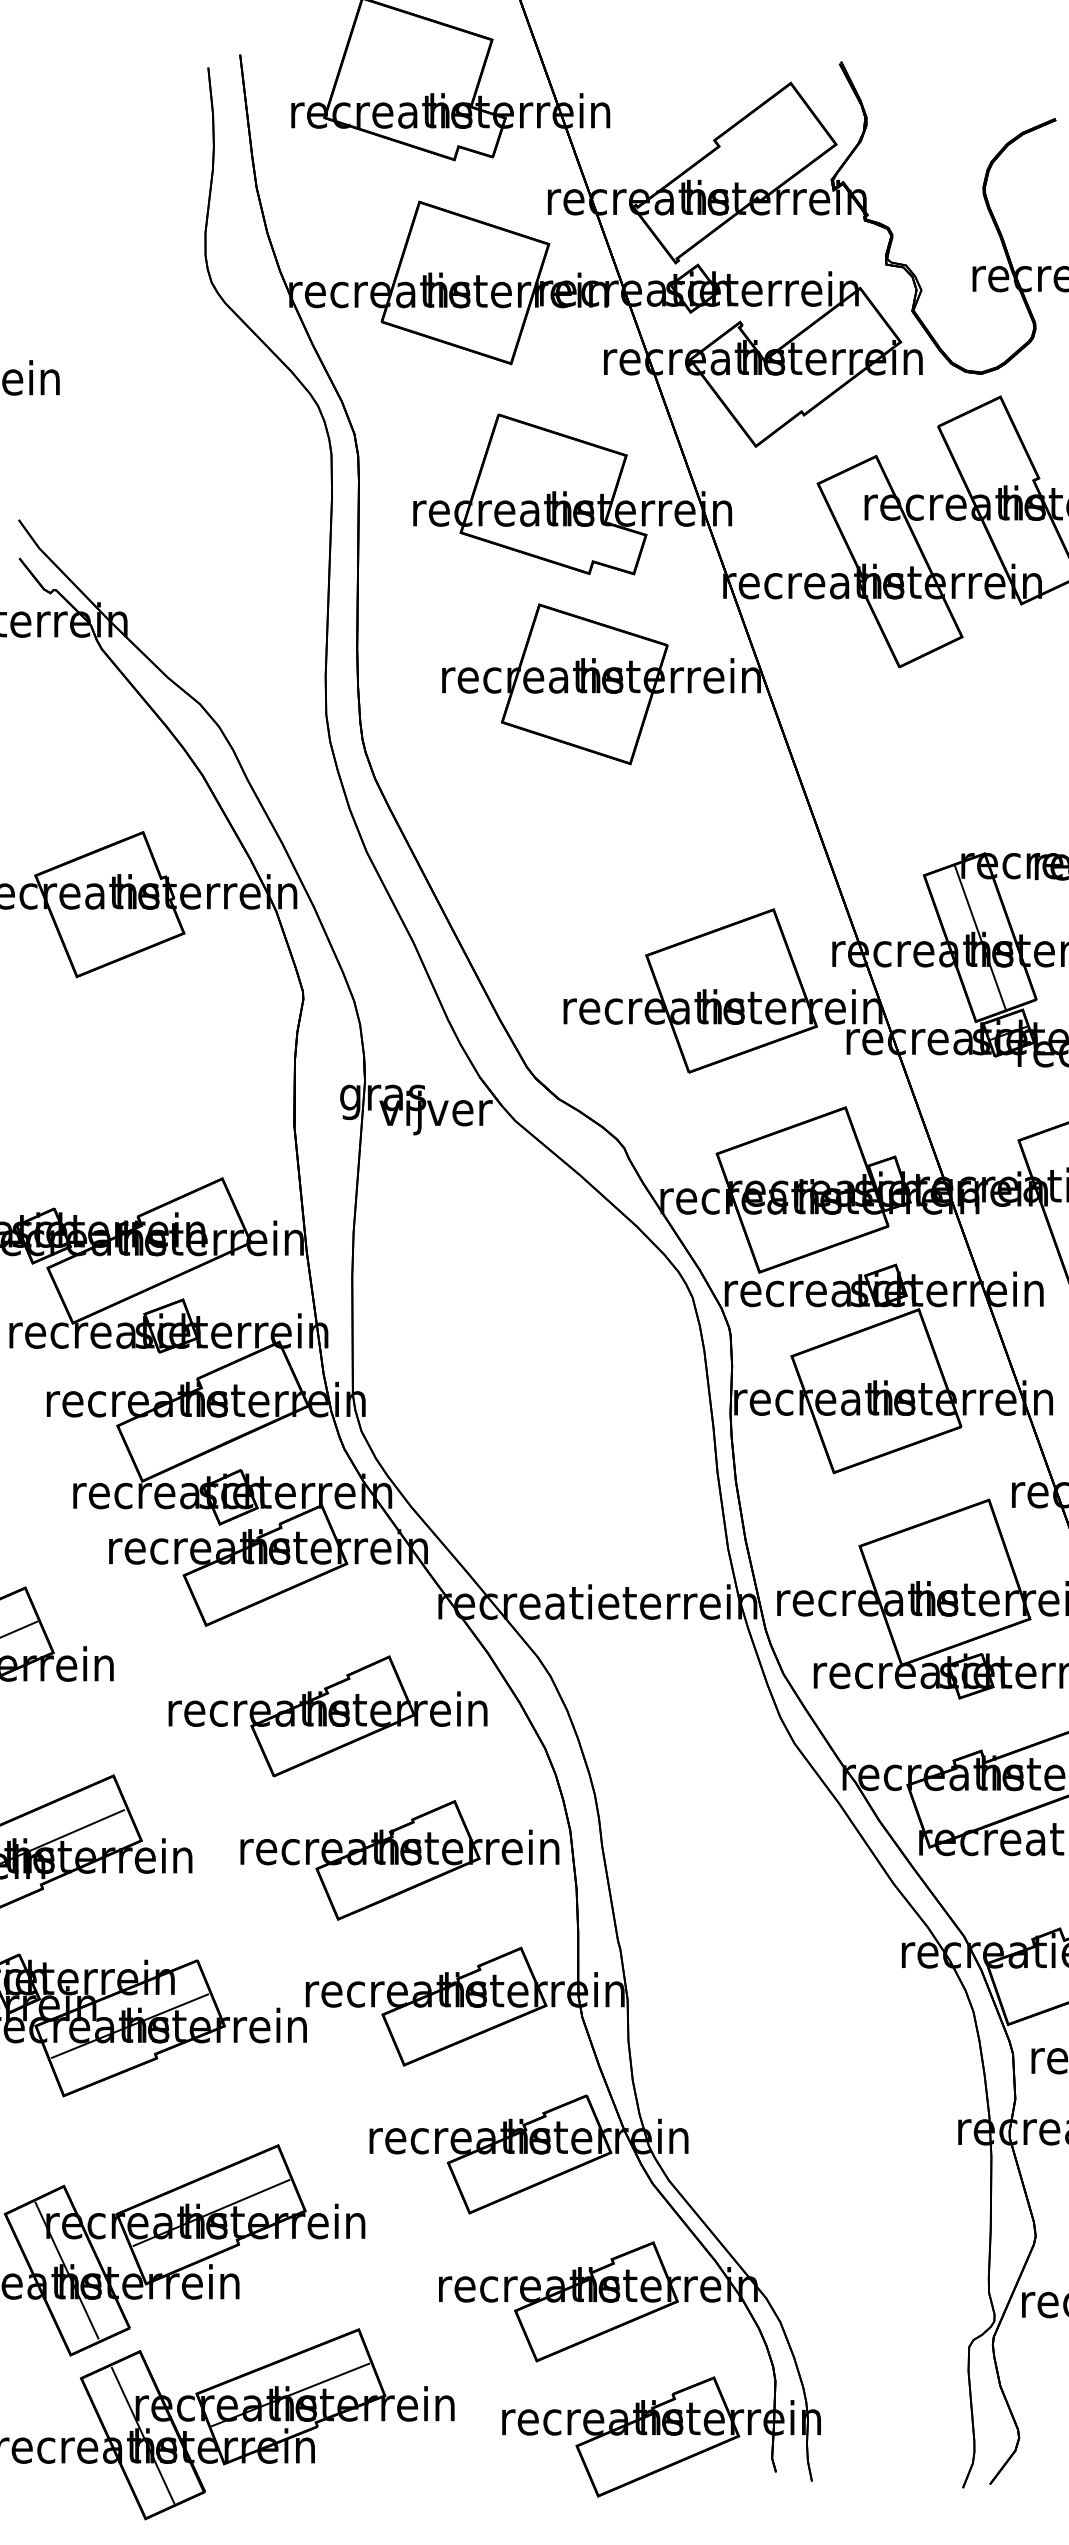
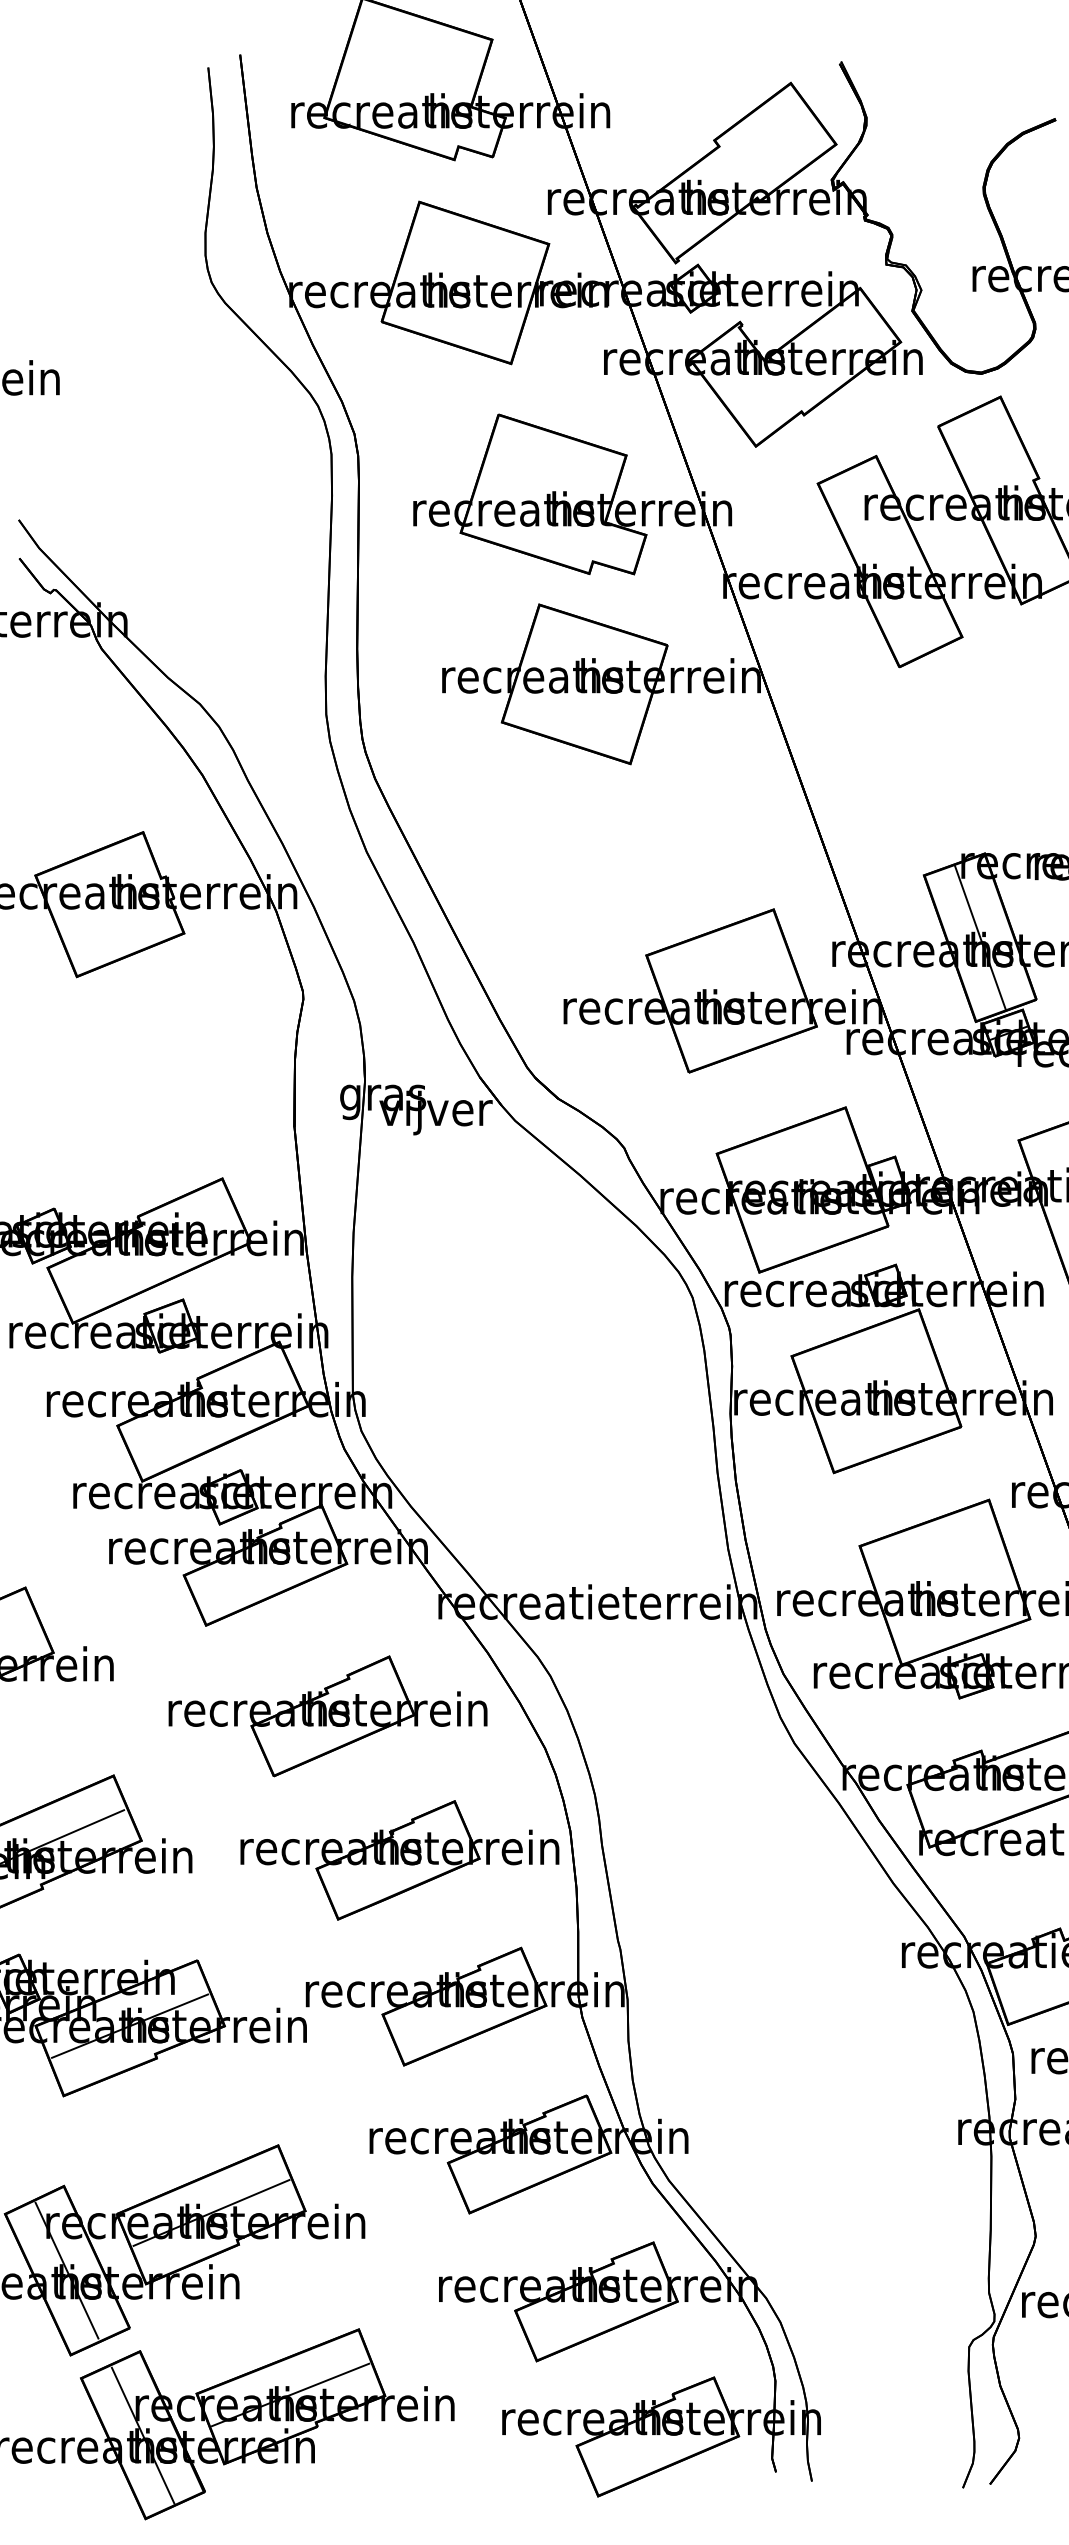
line at (19, 1628): present -> none
